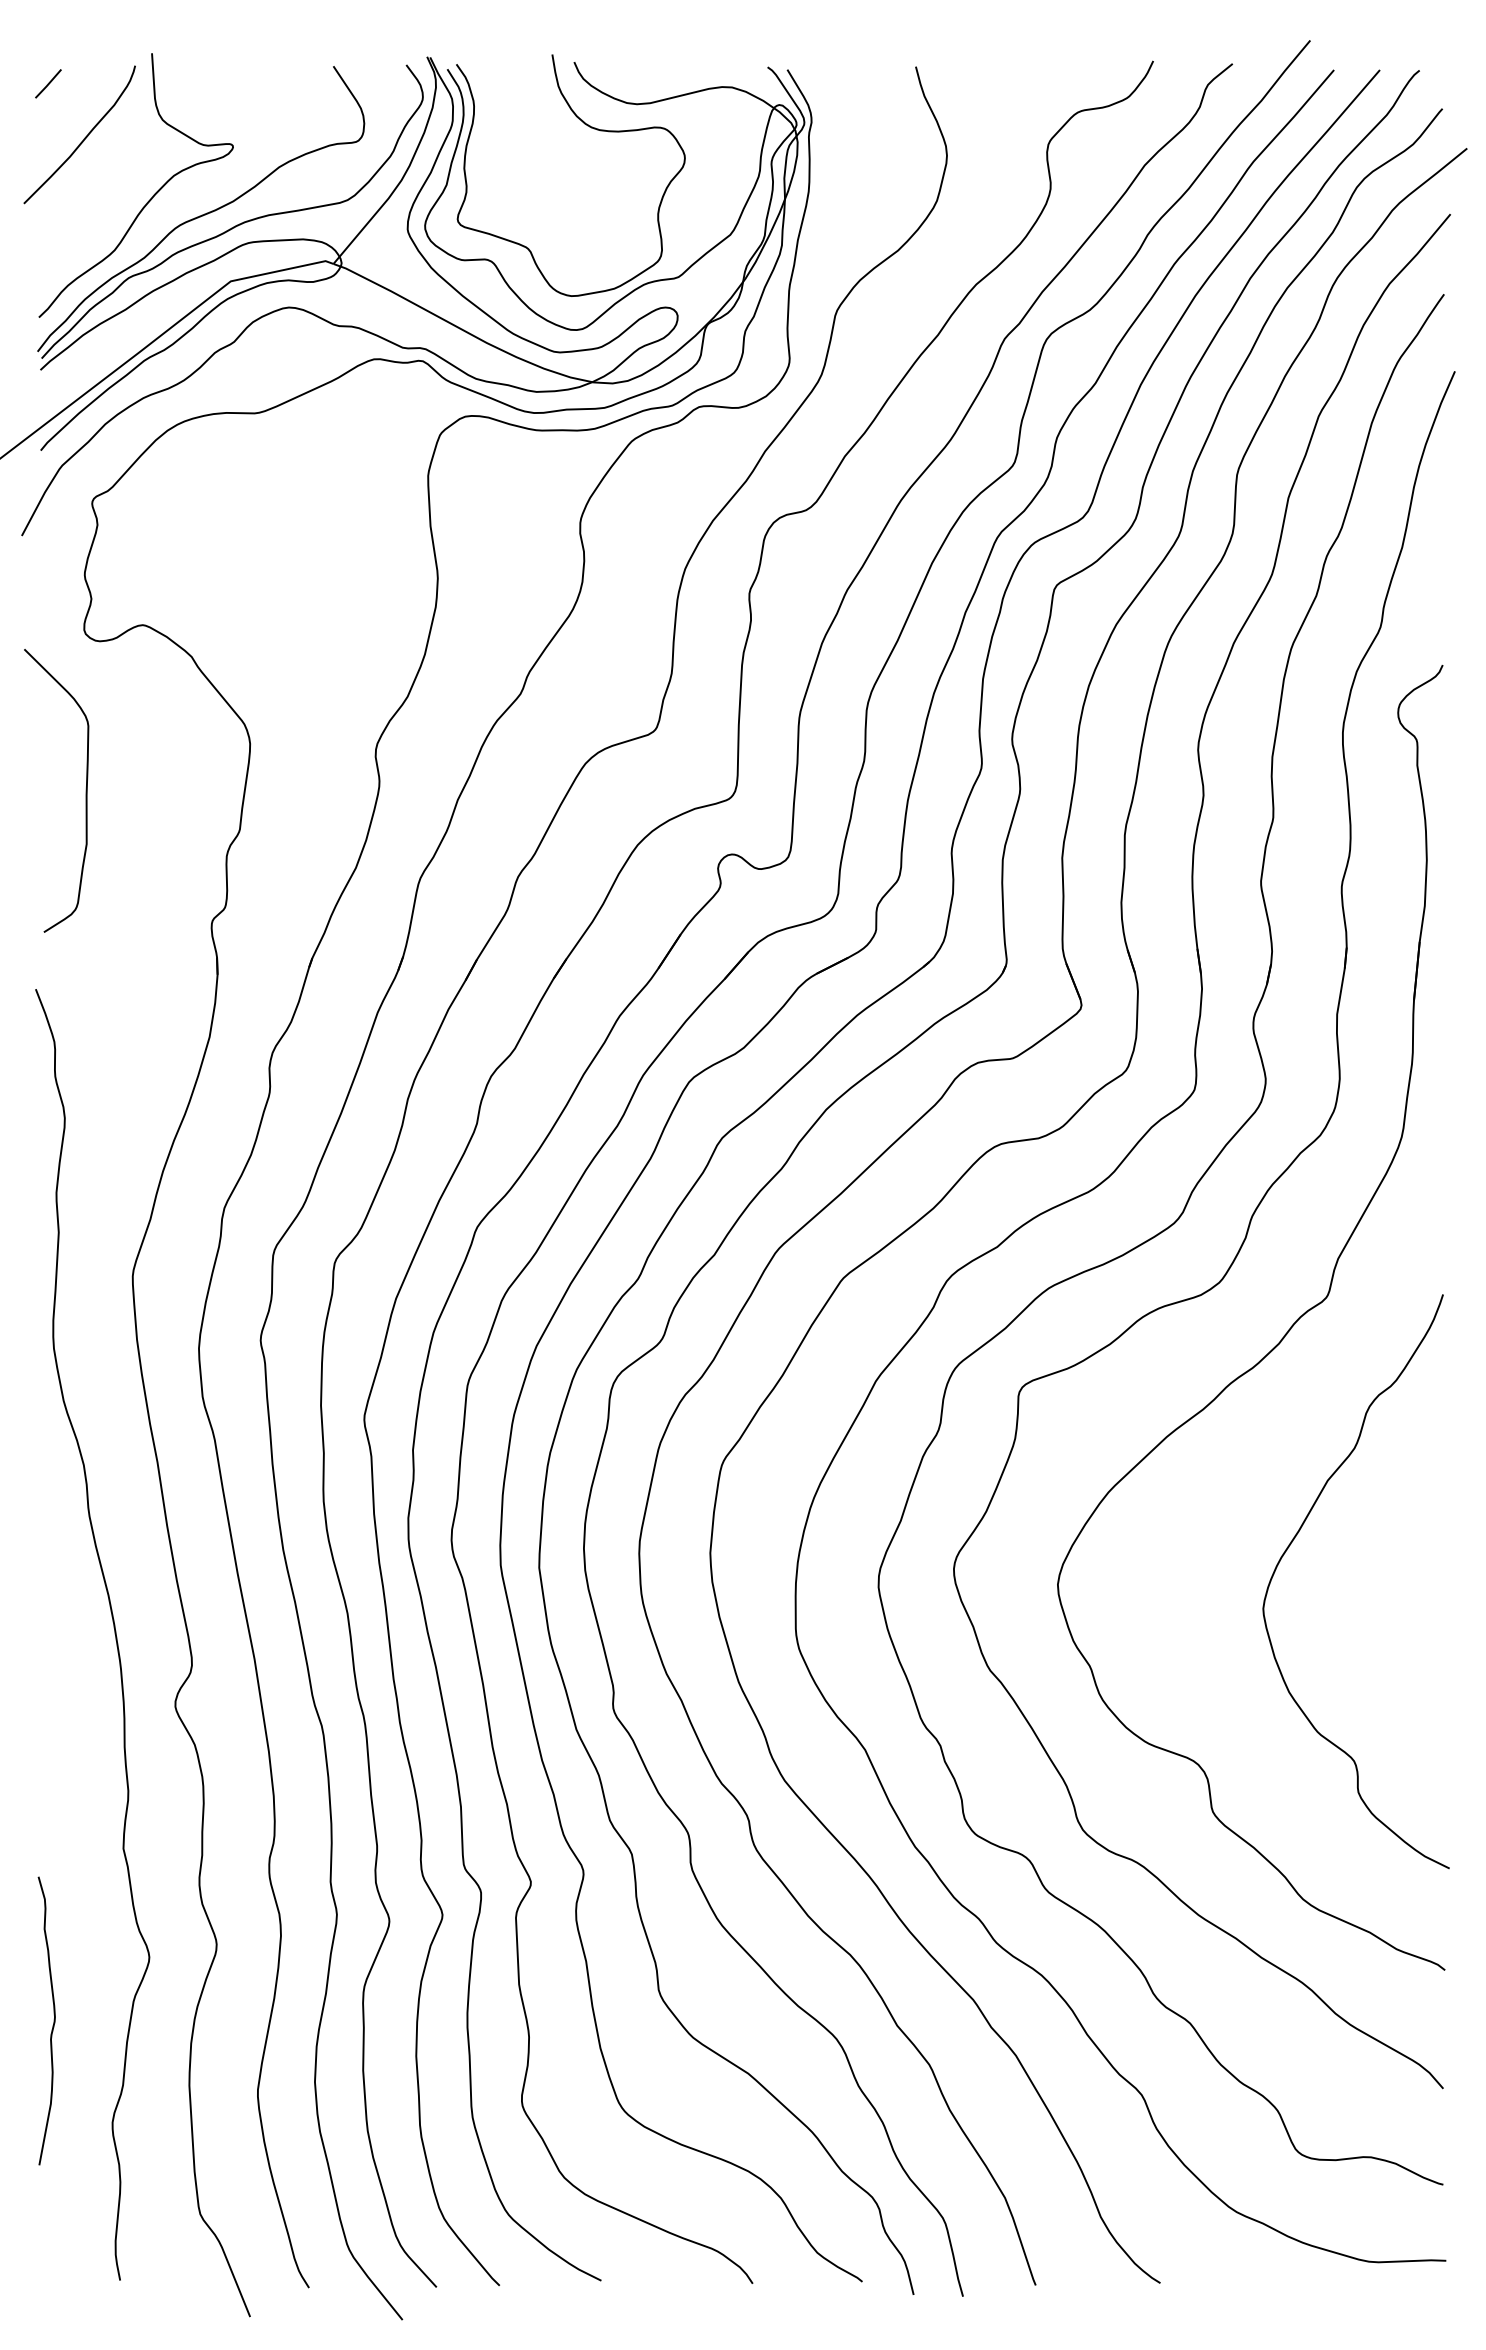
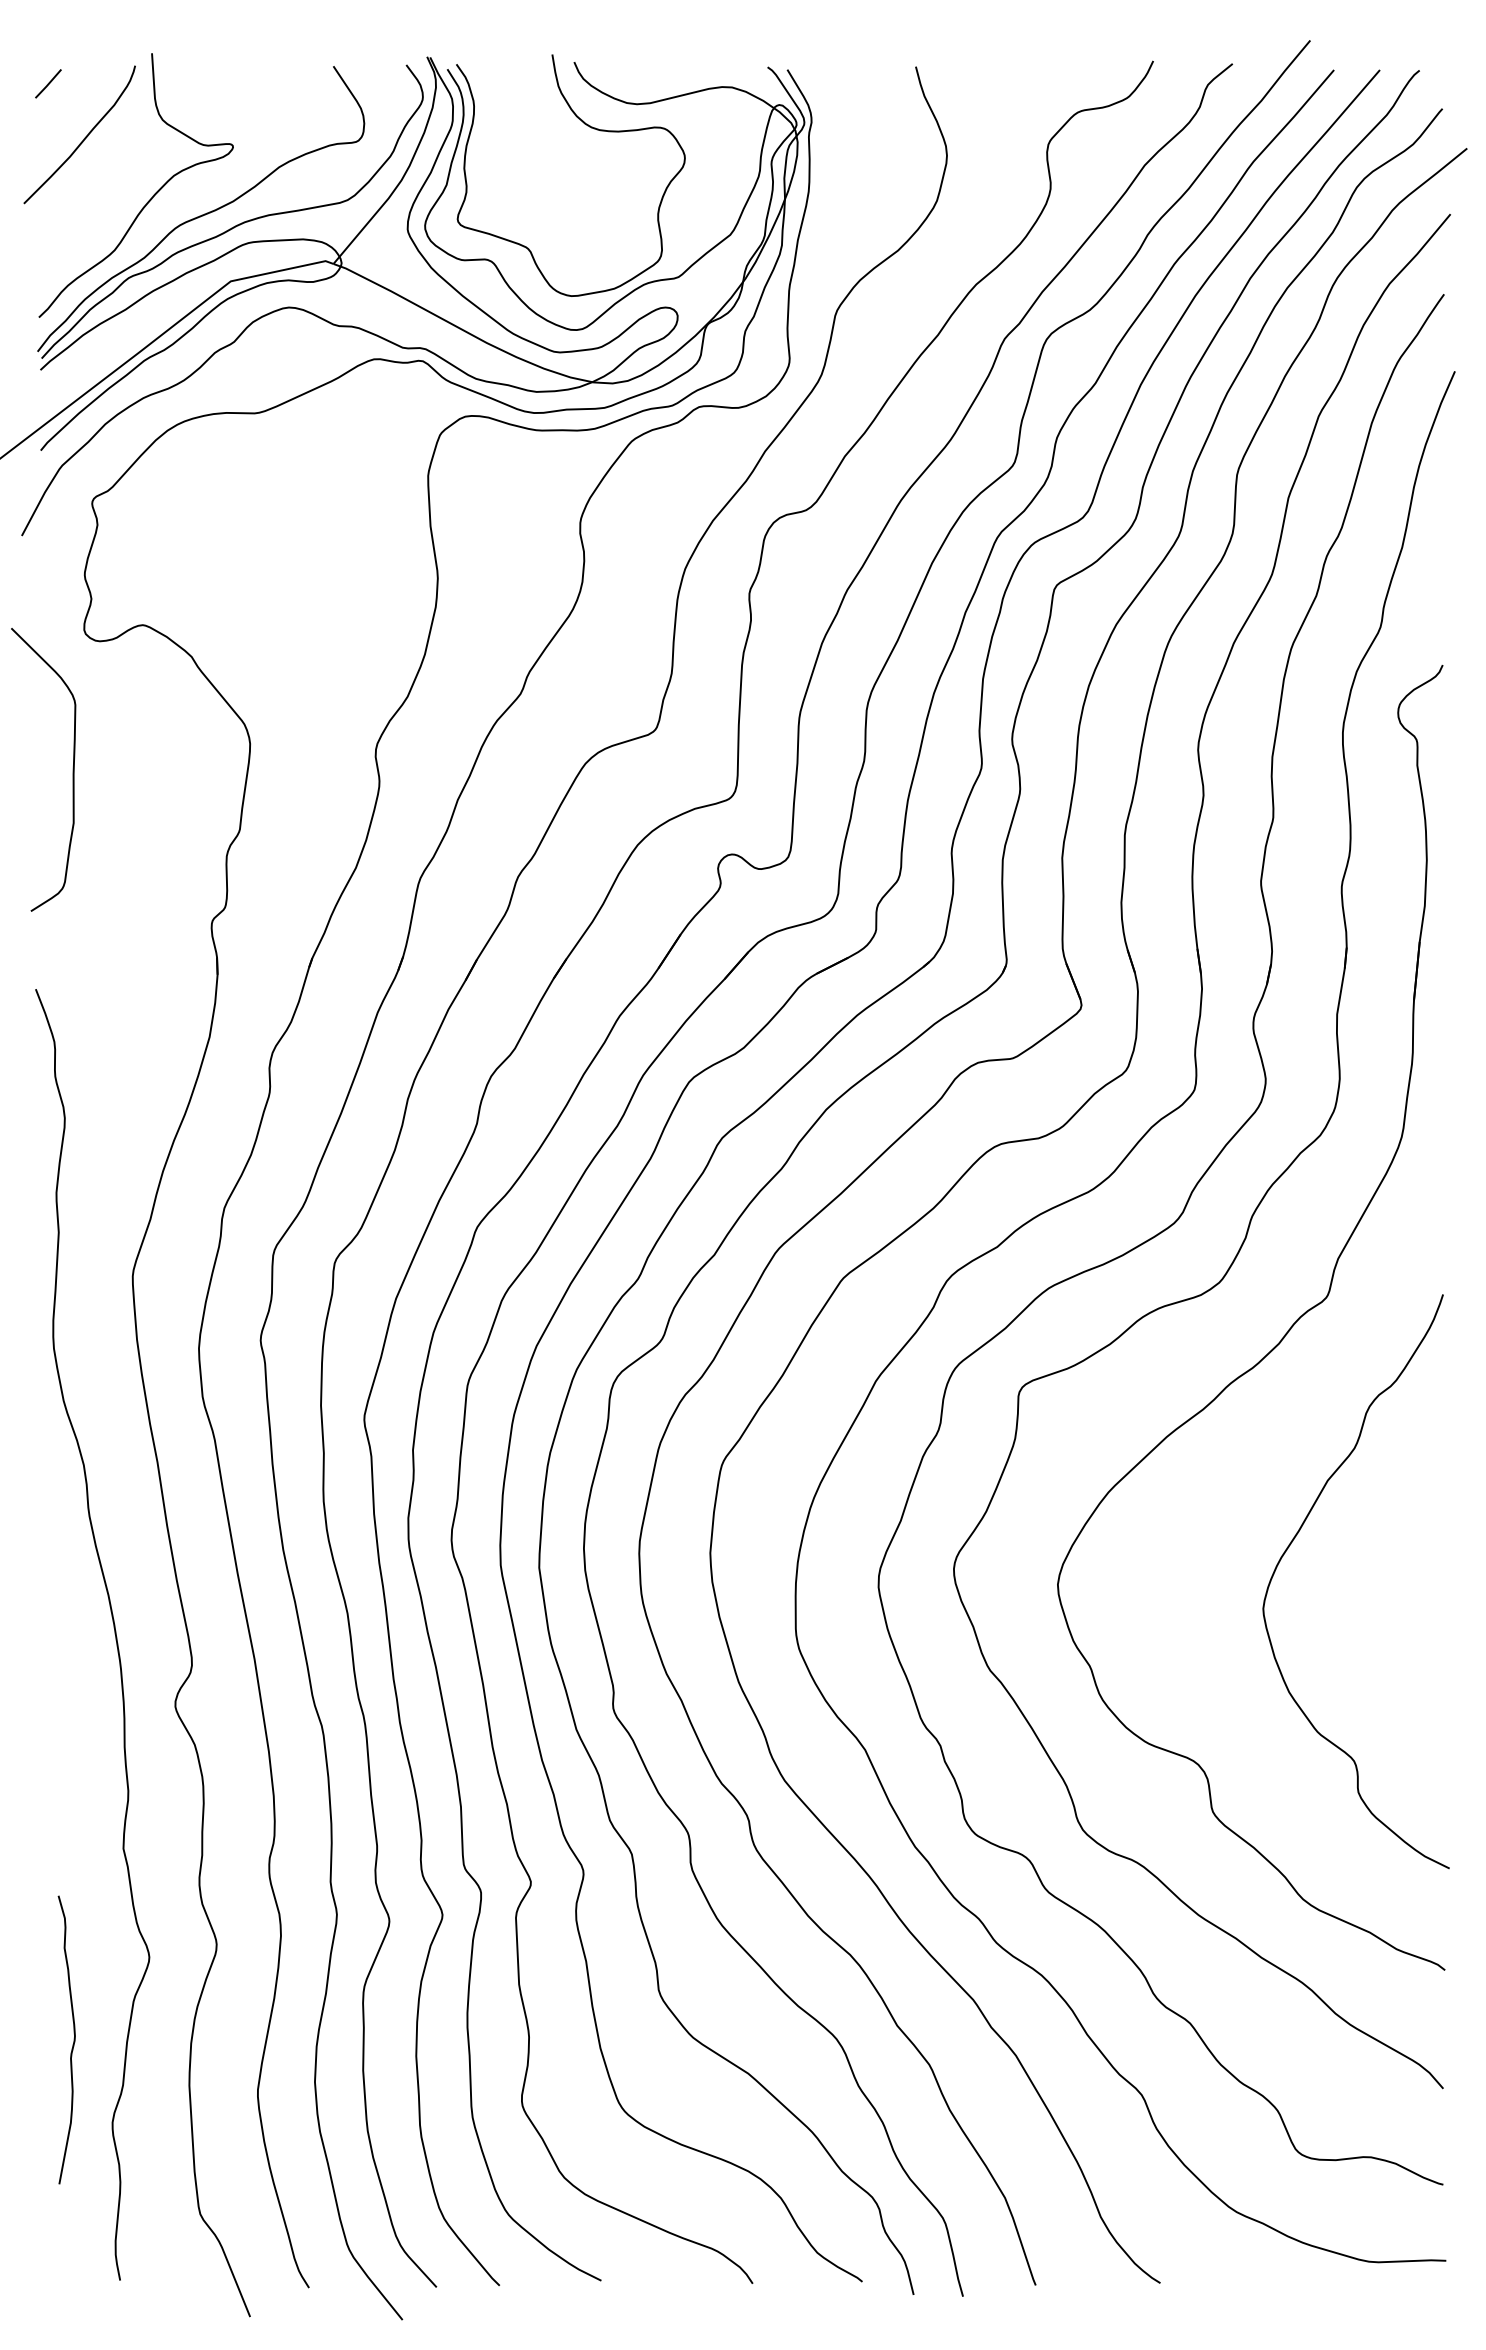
curve at (85, 790) position: (85, 790) -> (72, 769)
curve at (53, 2020) position: (53, 2020) -> (73, 2039)
